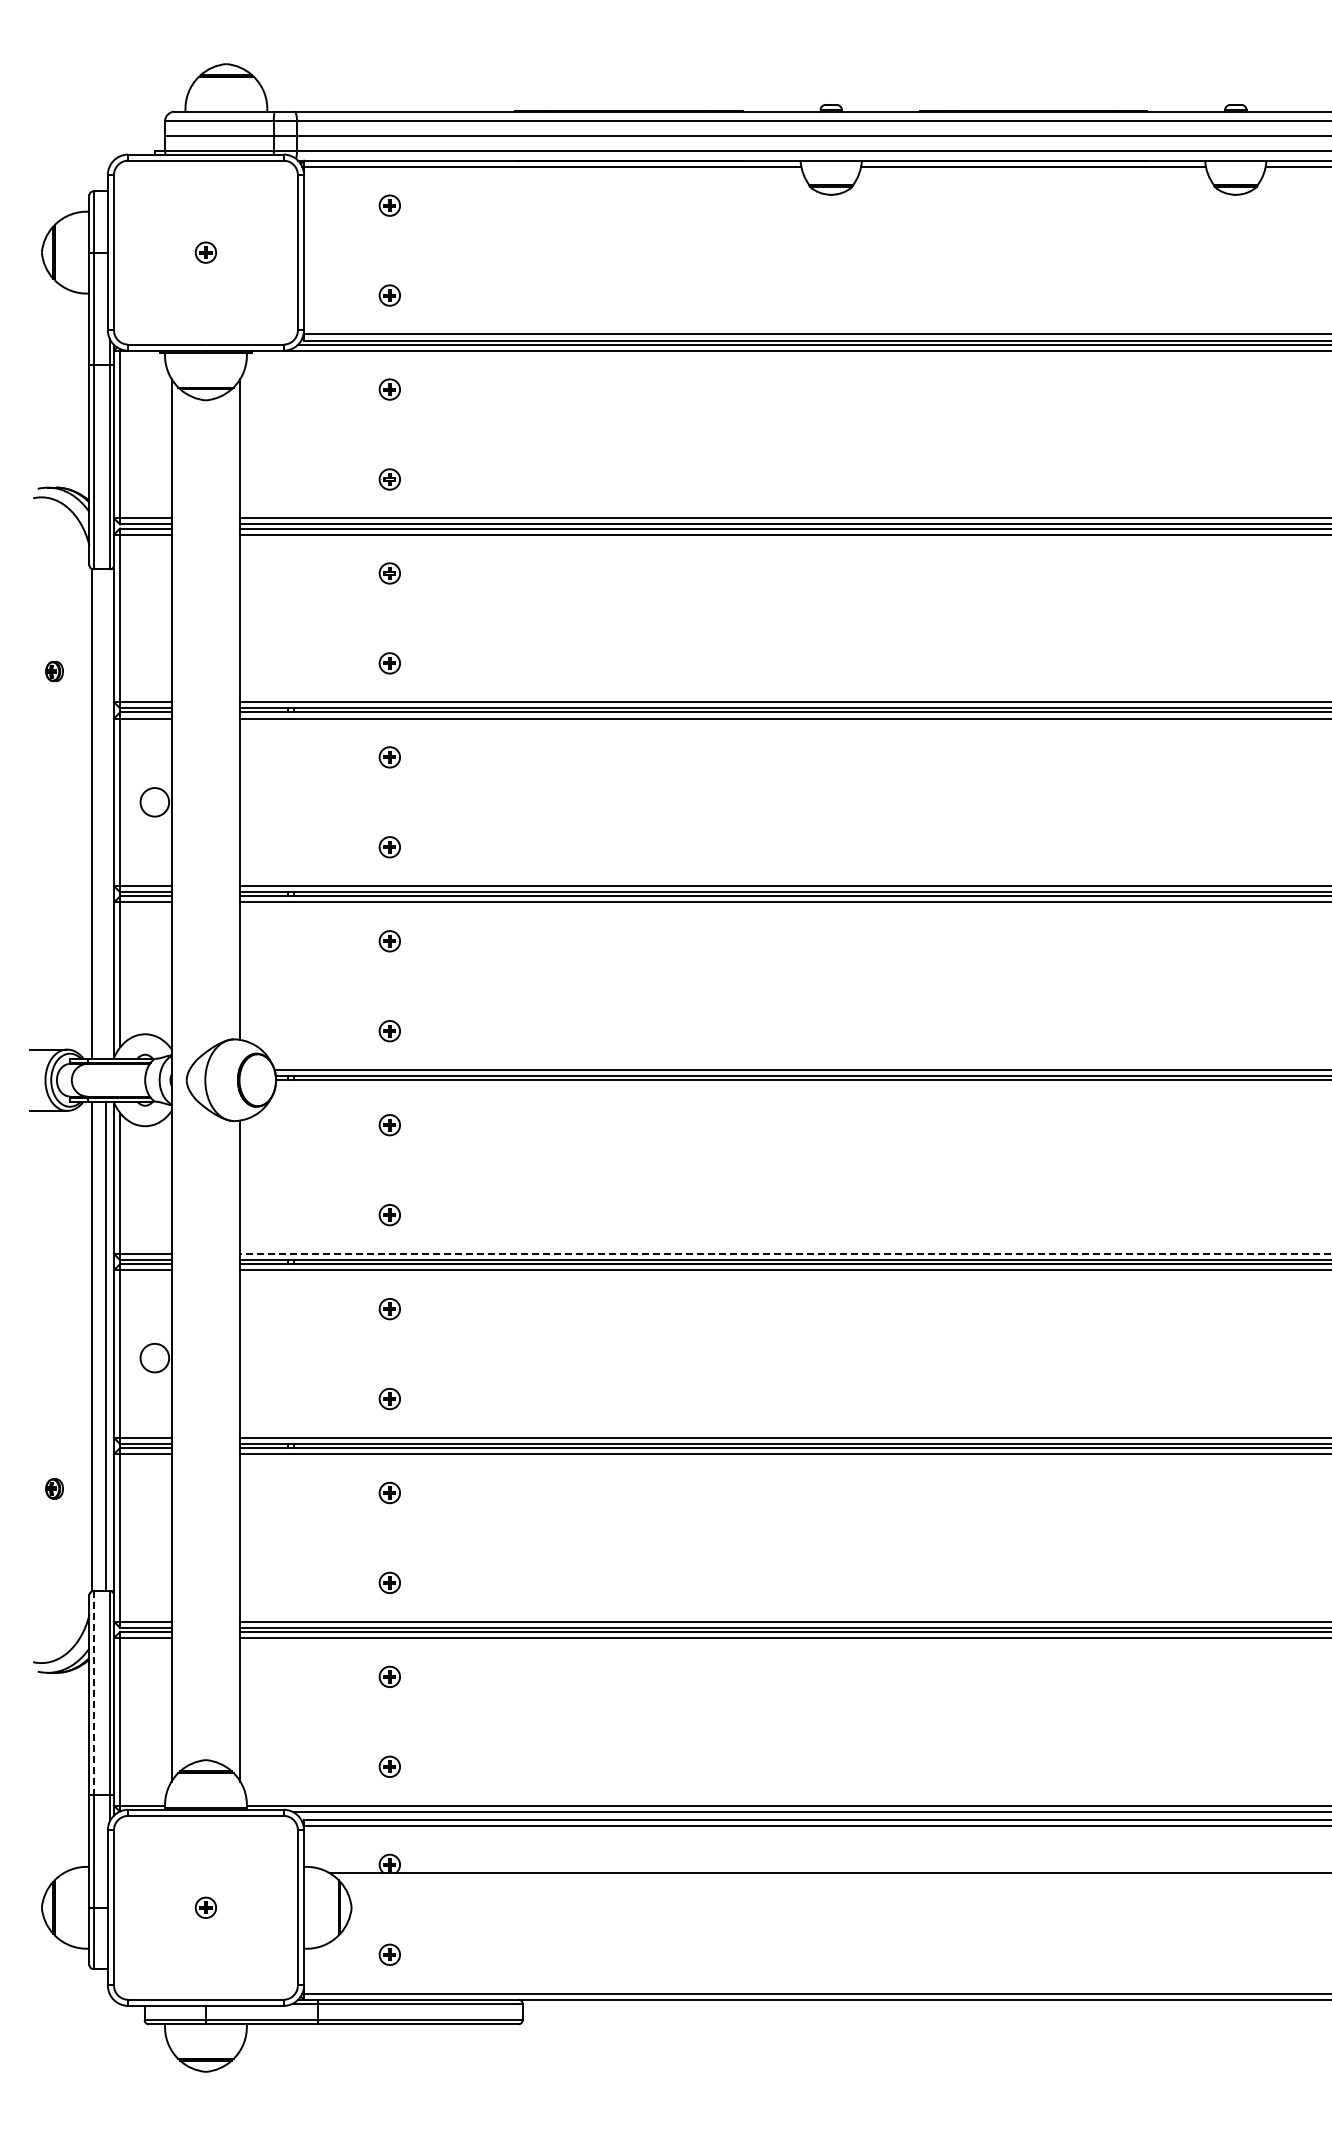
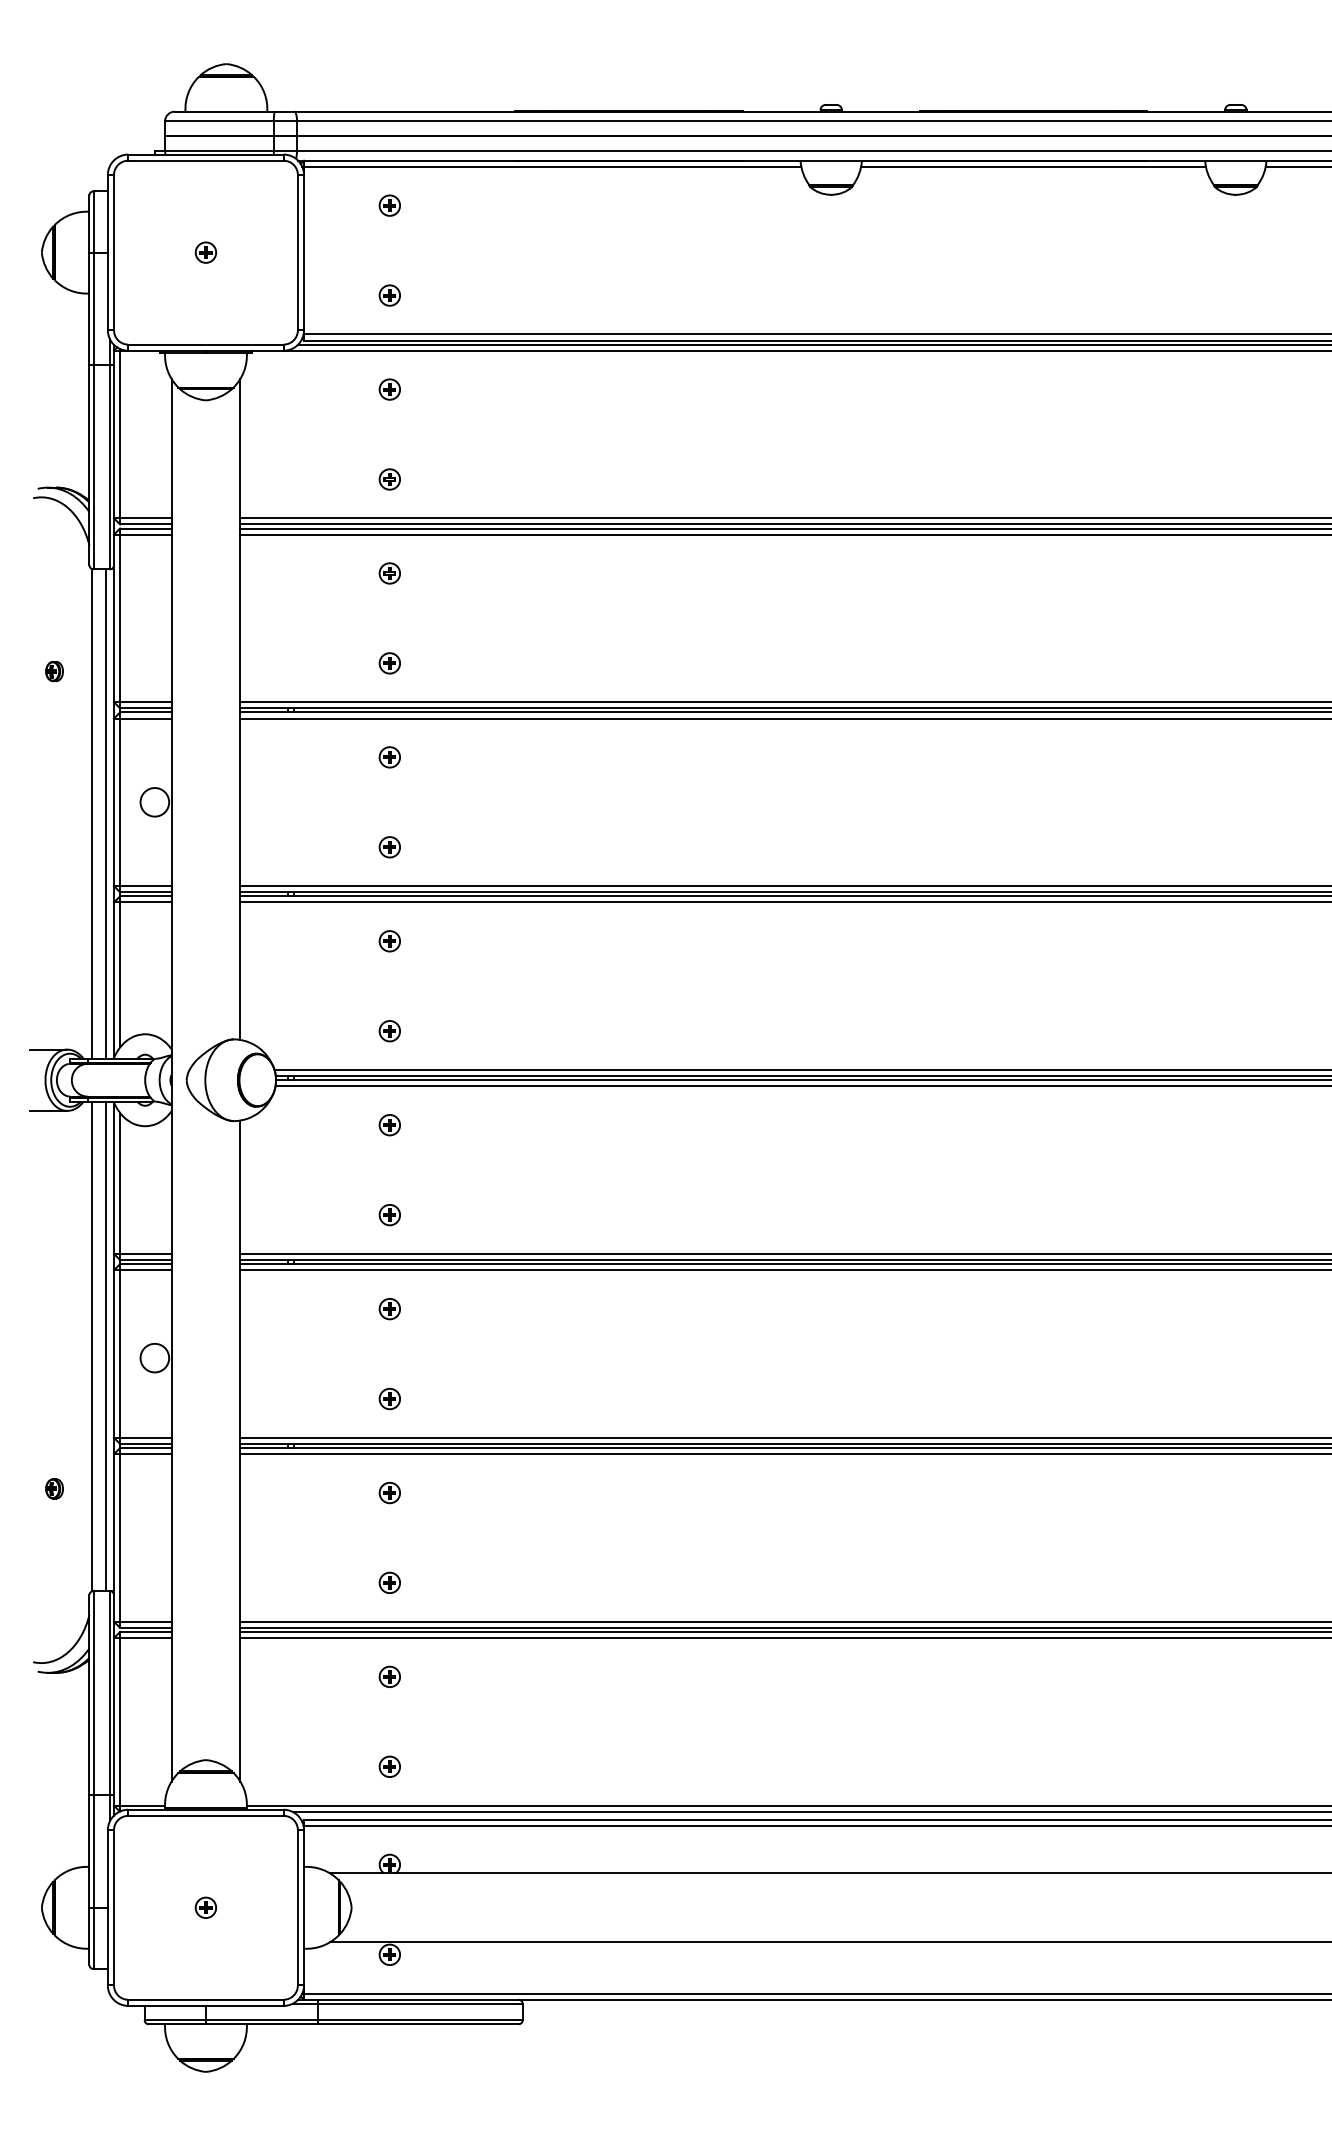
line at (106, 813): none -> present
line at (801, 1086): none -> present
line at (785, 1253): dashed -> solid
line at (93, 1693): dashed -> solid
line at (829, 1942): none -> present
